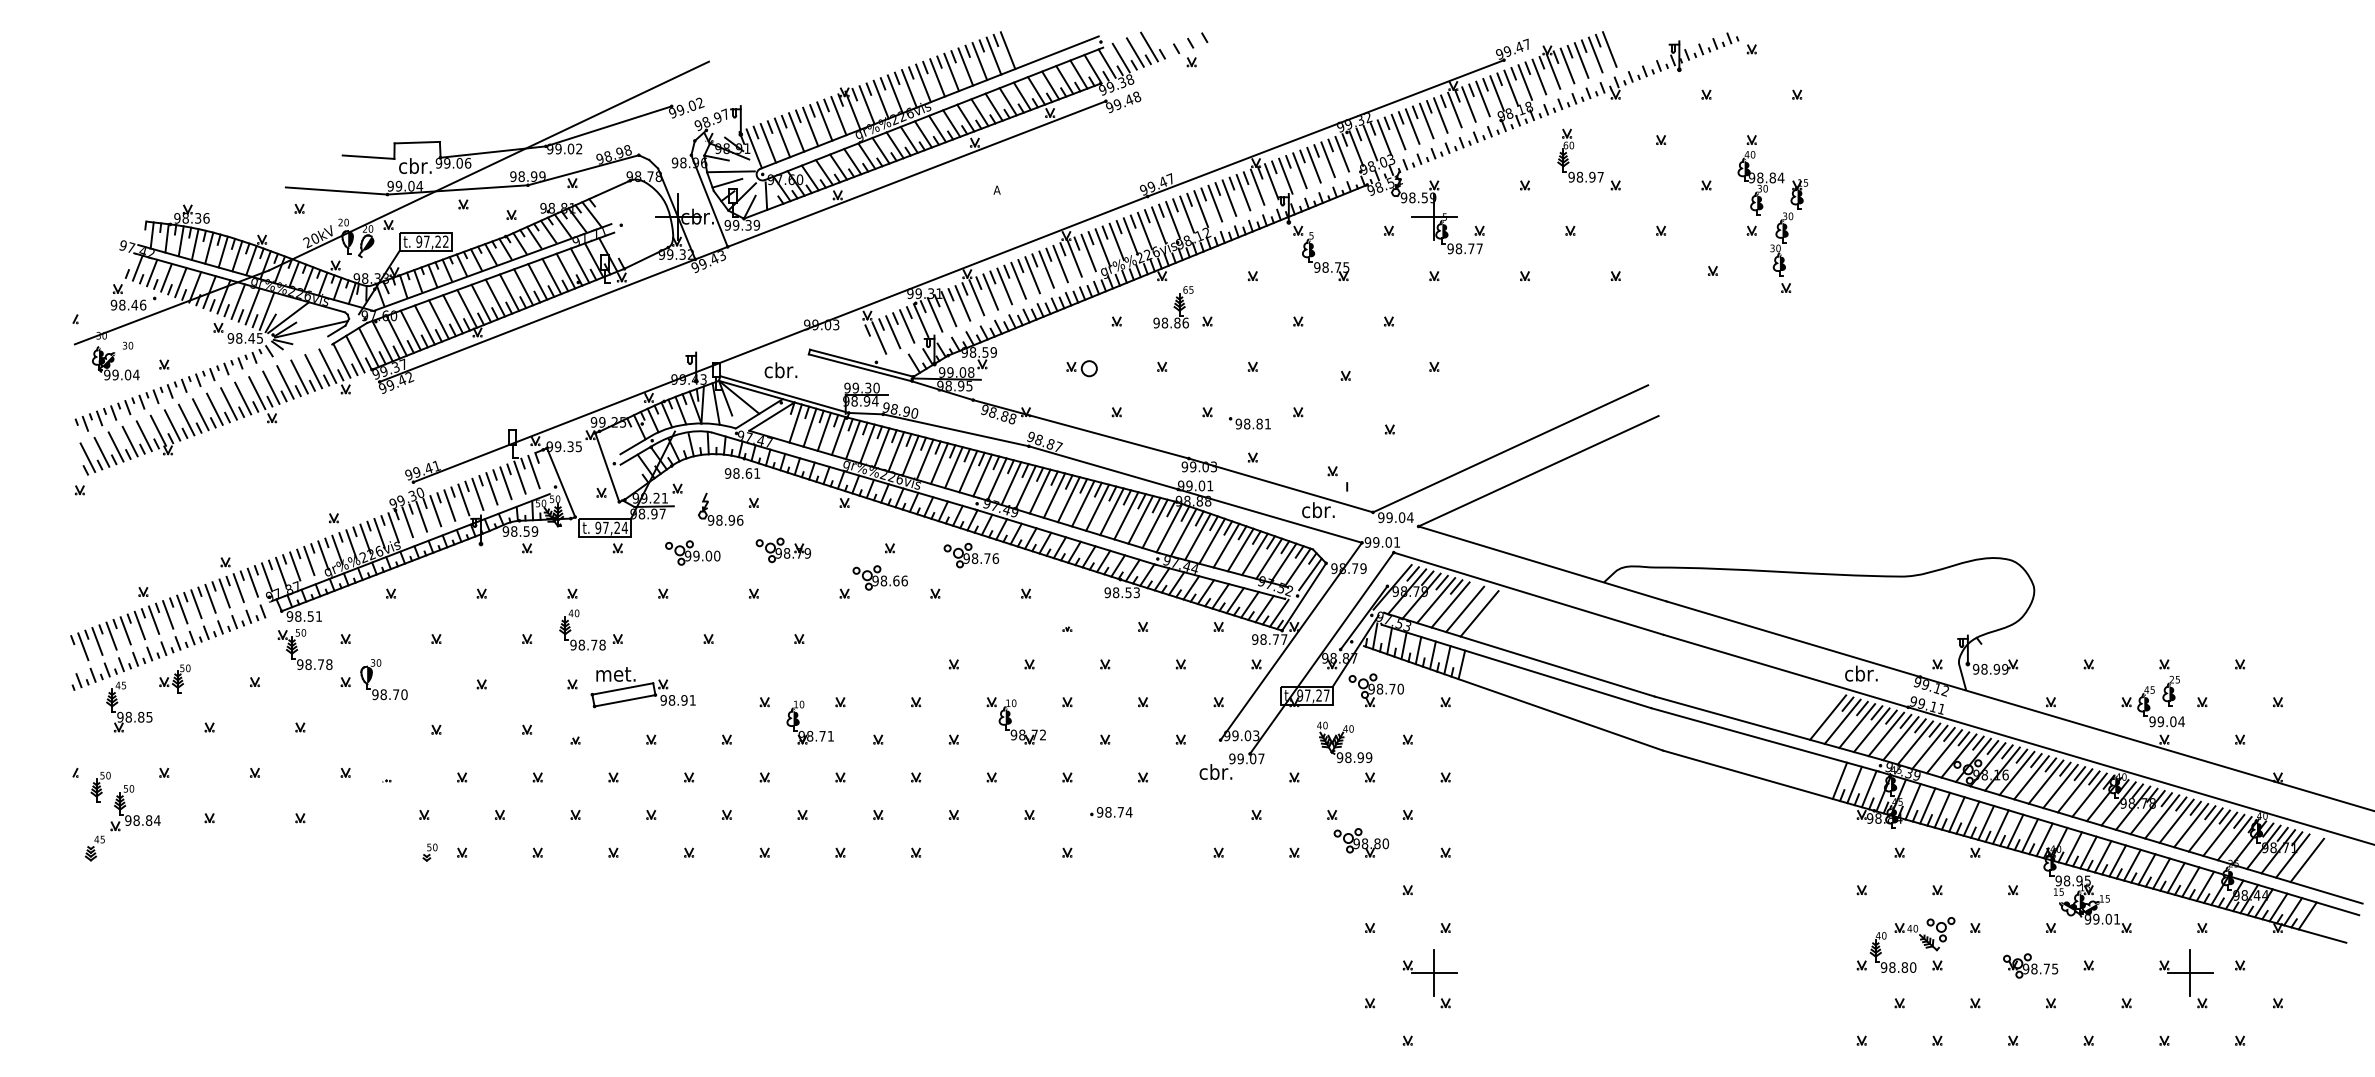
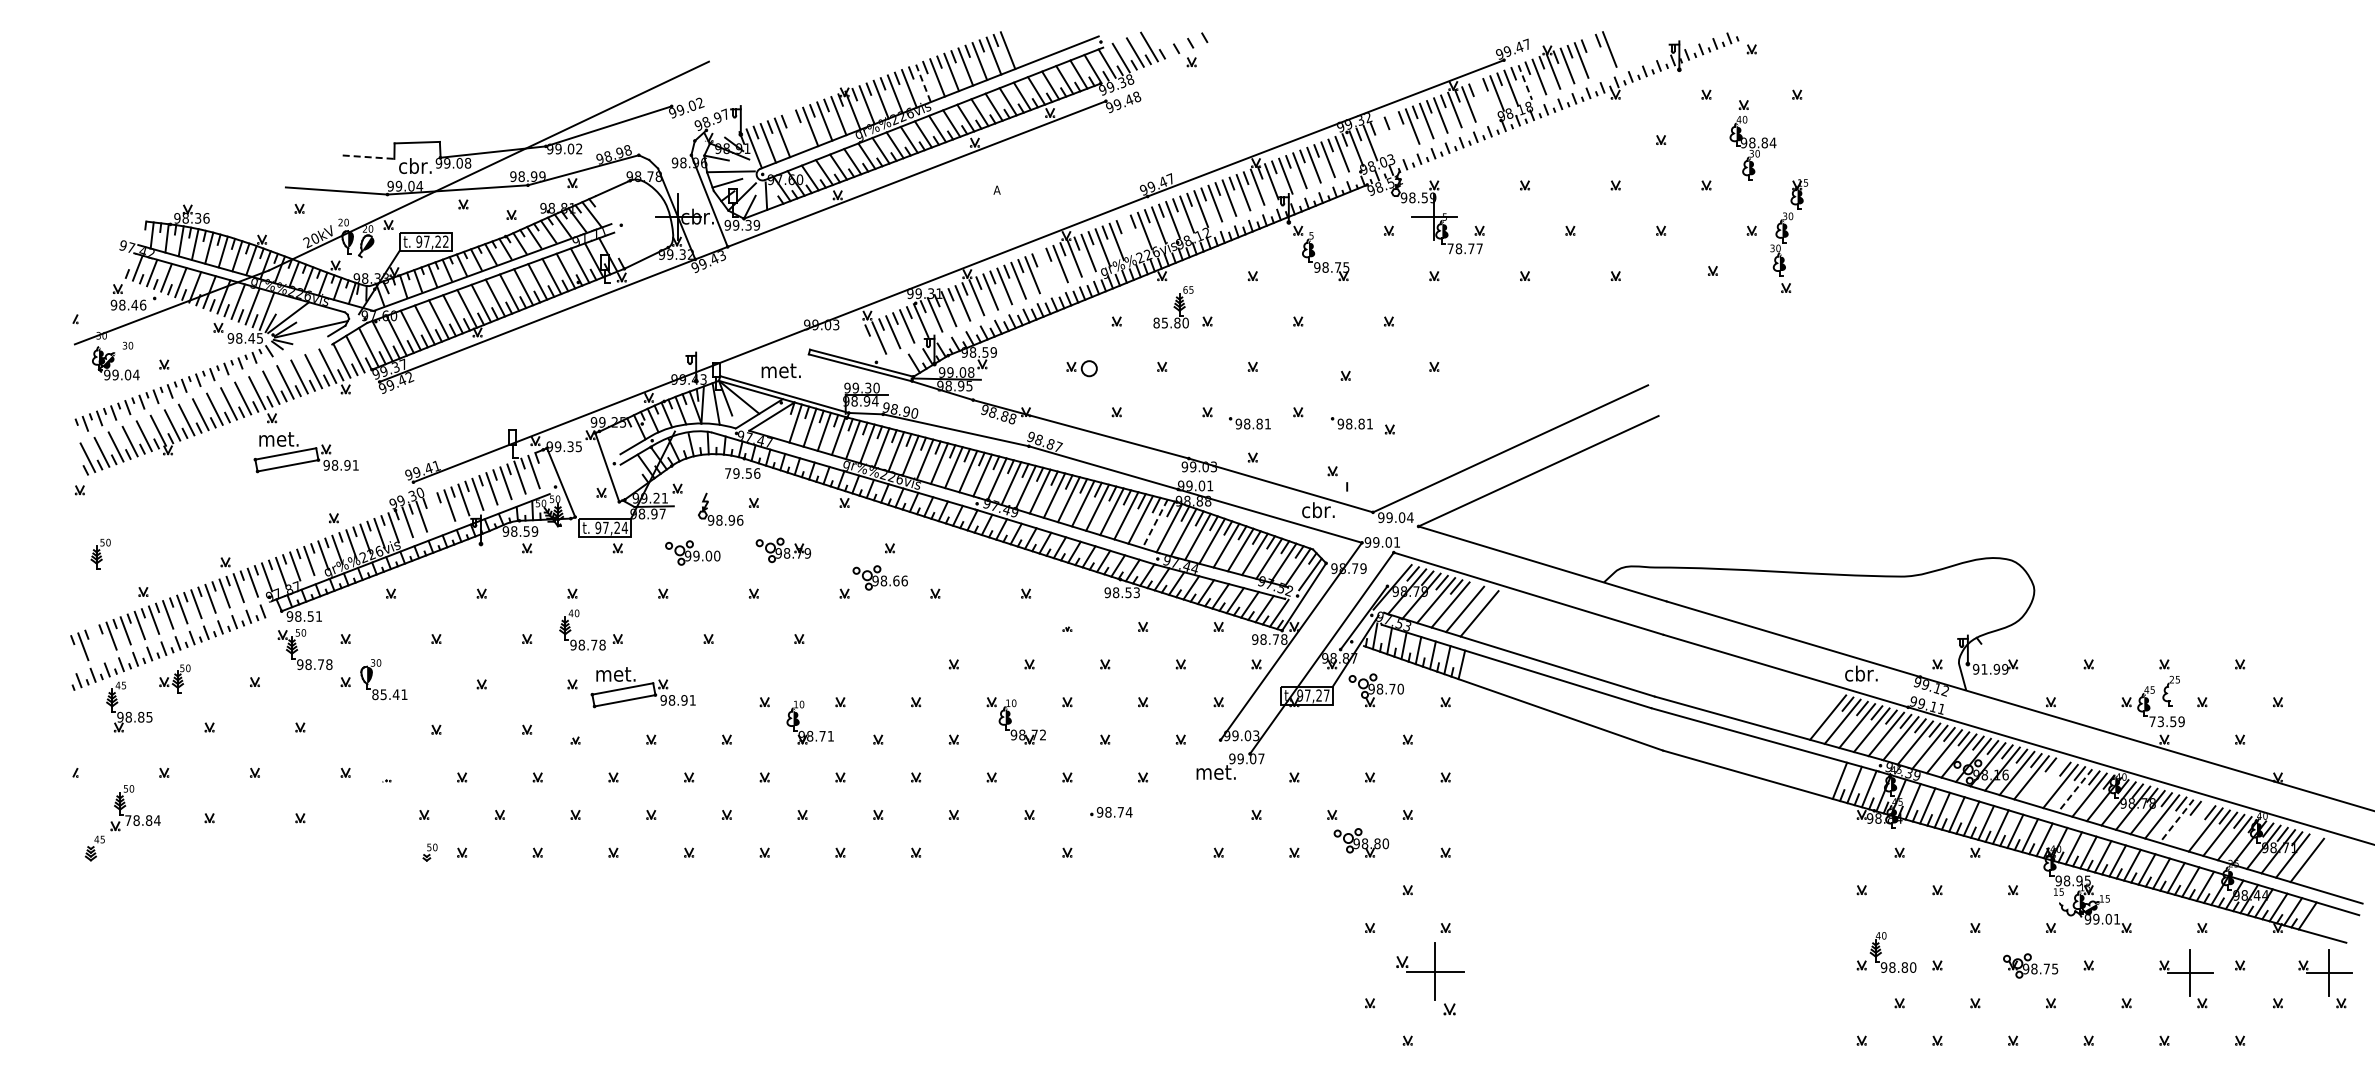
line at (1595, 54): present -> none
line at (1525, 82): solid -> dashed
line at (923, 83): solid -> dashed
line at (1482, 98): present -> none
line at (1398, 131): present -> none
line at (796, 132): present -> none
line at (1384, 137): present -> none
part at (1573, 148): present -> none
line at (368, 157): solid -> dashed
text at (467, 163): 99.06 -> 99.08
part at (1760, 175) position: (1760, 175) -> (1752, 140)
line at (1130, 236): present -> none
text at (1450, 248): 98.77 -> 78.77
line at (1046, 269): present -> none
text at (1170, 322): 98.86 -> 85.80
text at (780, 370): cbr. -> met.
part at (1351, 423): none -> present
part at (305, 452): none -> present
text at (742, 473): 98.61 -> 79.56
line at (435, 511): present -> none
line at (1154, 524): solid -> dashed
part at (971, 555): present -> none
text at (1284, 639): 98.77 -> 98.78
line at (97, 641): present -> none
text at (1984, 669): 98.99 -> 91.99
fill at (2172, 692): present -> none
text at (389, 694): 98.70 -> 85.41
text at (2166, 721): 99.04 -> 73.59
part at (1344, 742): present -> none
text at (1215, 771): cbr. -> met.
line at (2045, 781): present -> none
part at (100, 786) position: (100, 786) -> (100, 553)
line at (2075, 790): solid -> dashed
text at (128, 820): 98.84 -> 78.84
line at (2176, 821): solid -> dashed
line at (2191, 825): present -> none
fill at (2068, 906): present -> none
part at (1924, 934): present -> none
part at (1429, 978) size: 56x60 px -> 69x74 px
part at (2325, 978): none -> present
